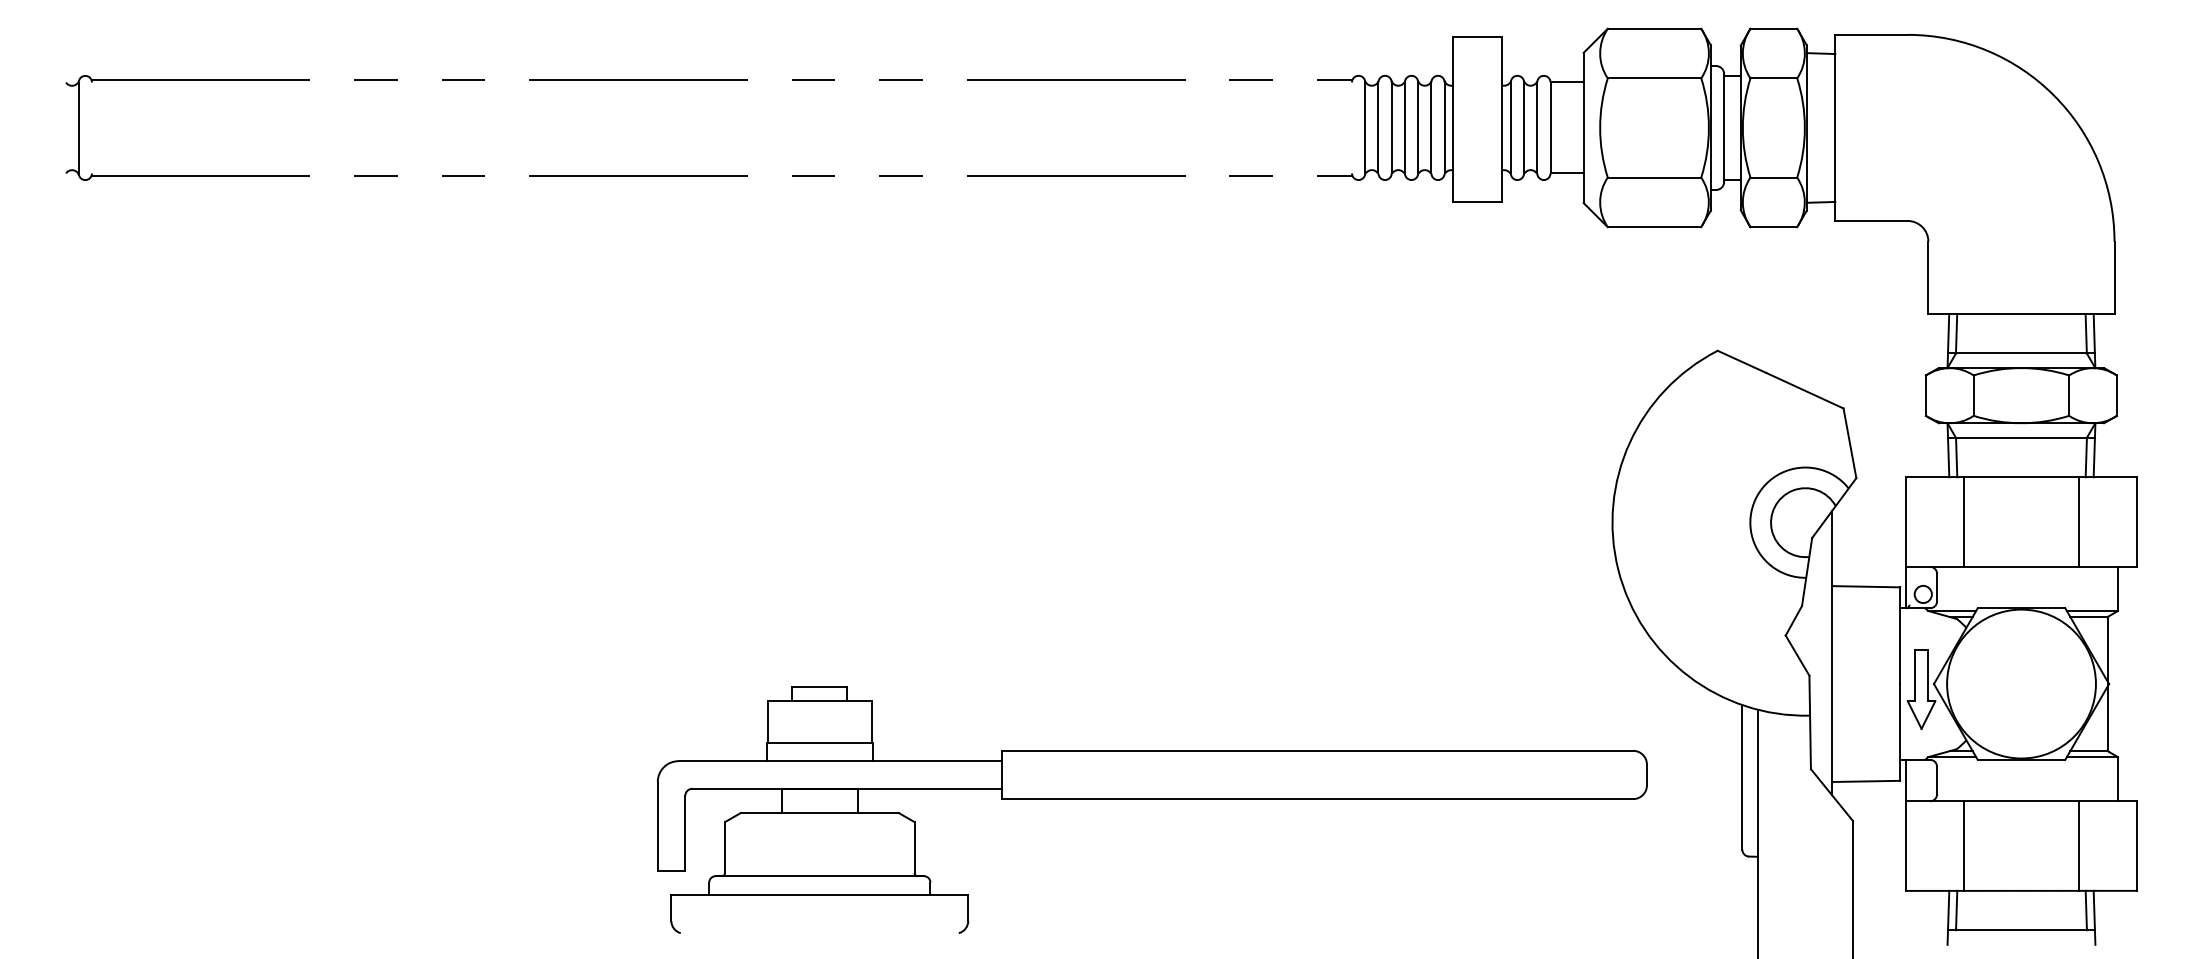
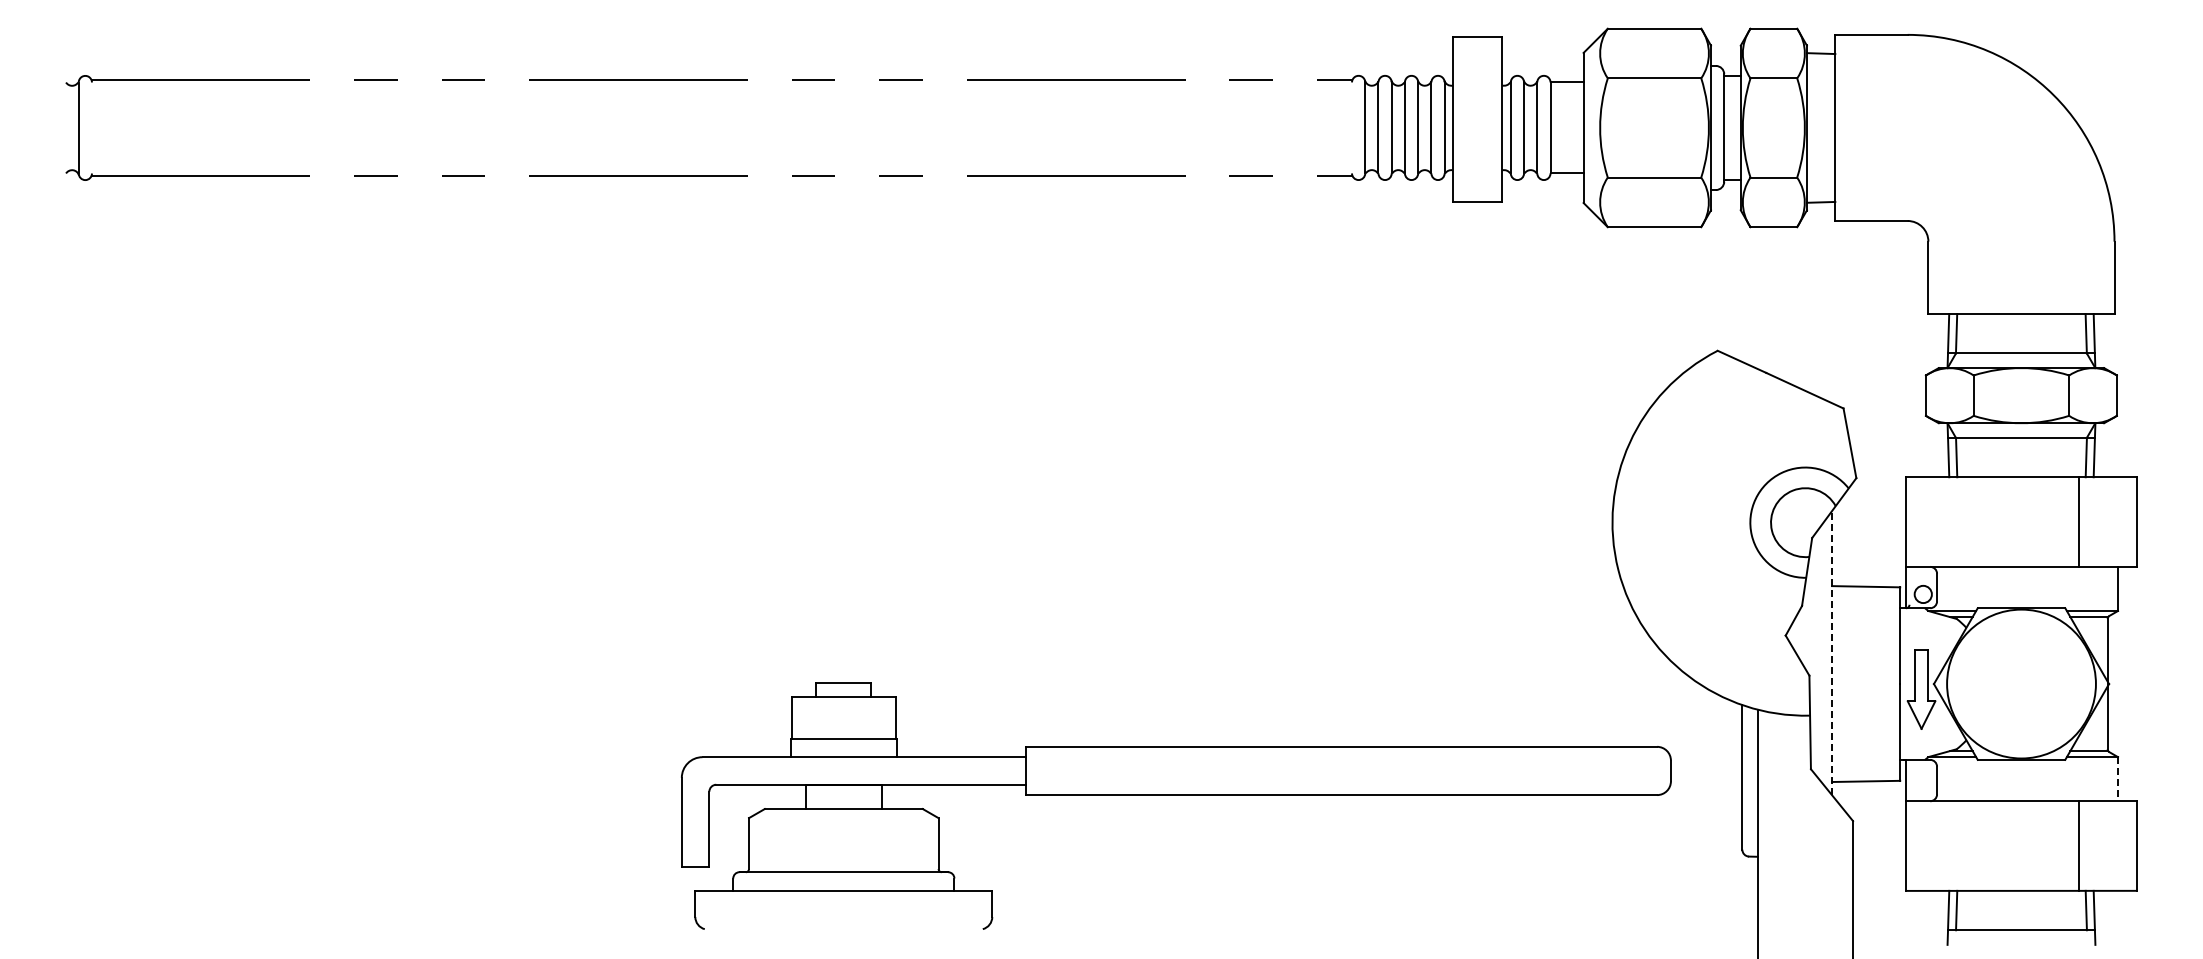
line at (1963, 521): present -> none
line at (1831, 653): solid -> dashed
line at (2118, 779): solid -> dashed
part at (1152, 799) position: (1152, 799) -> (1176, 795)
line at (1963, 845): present -> none
